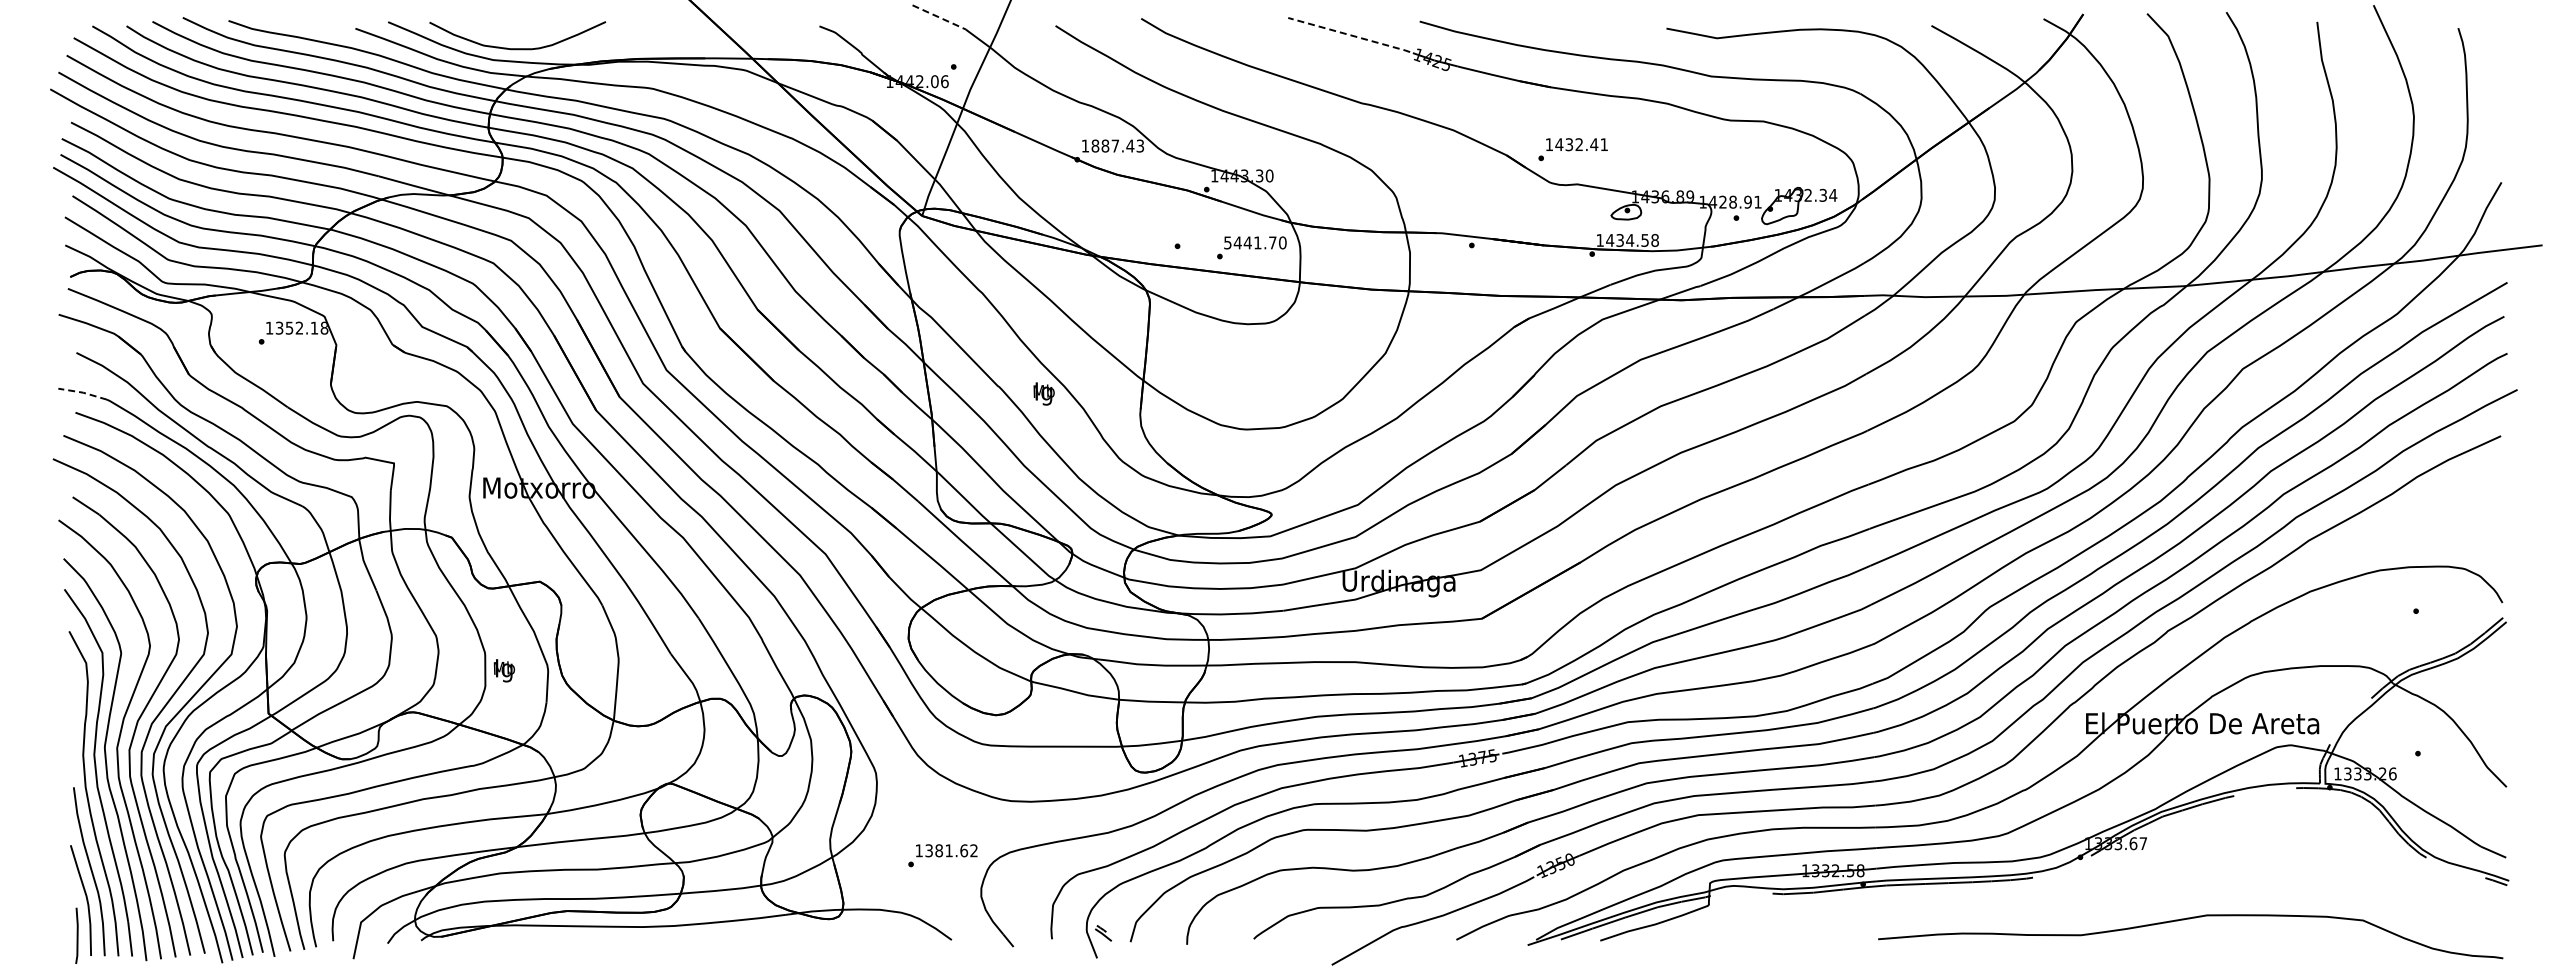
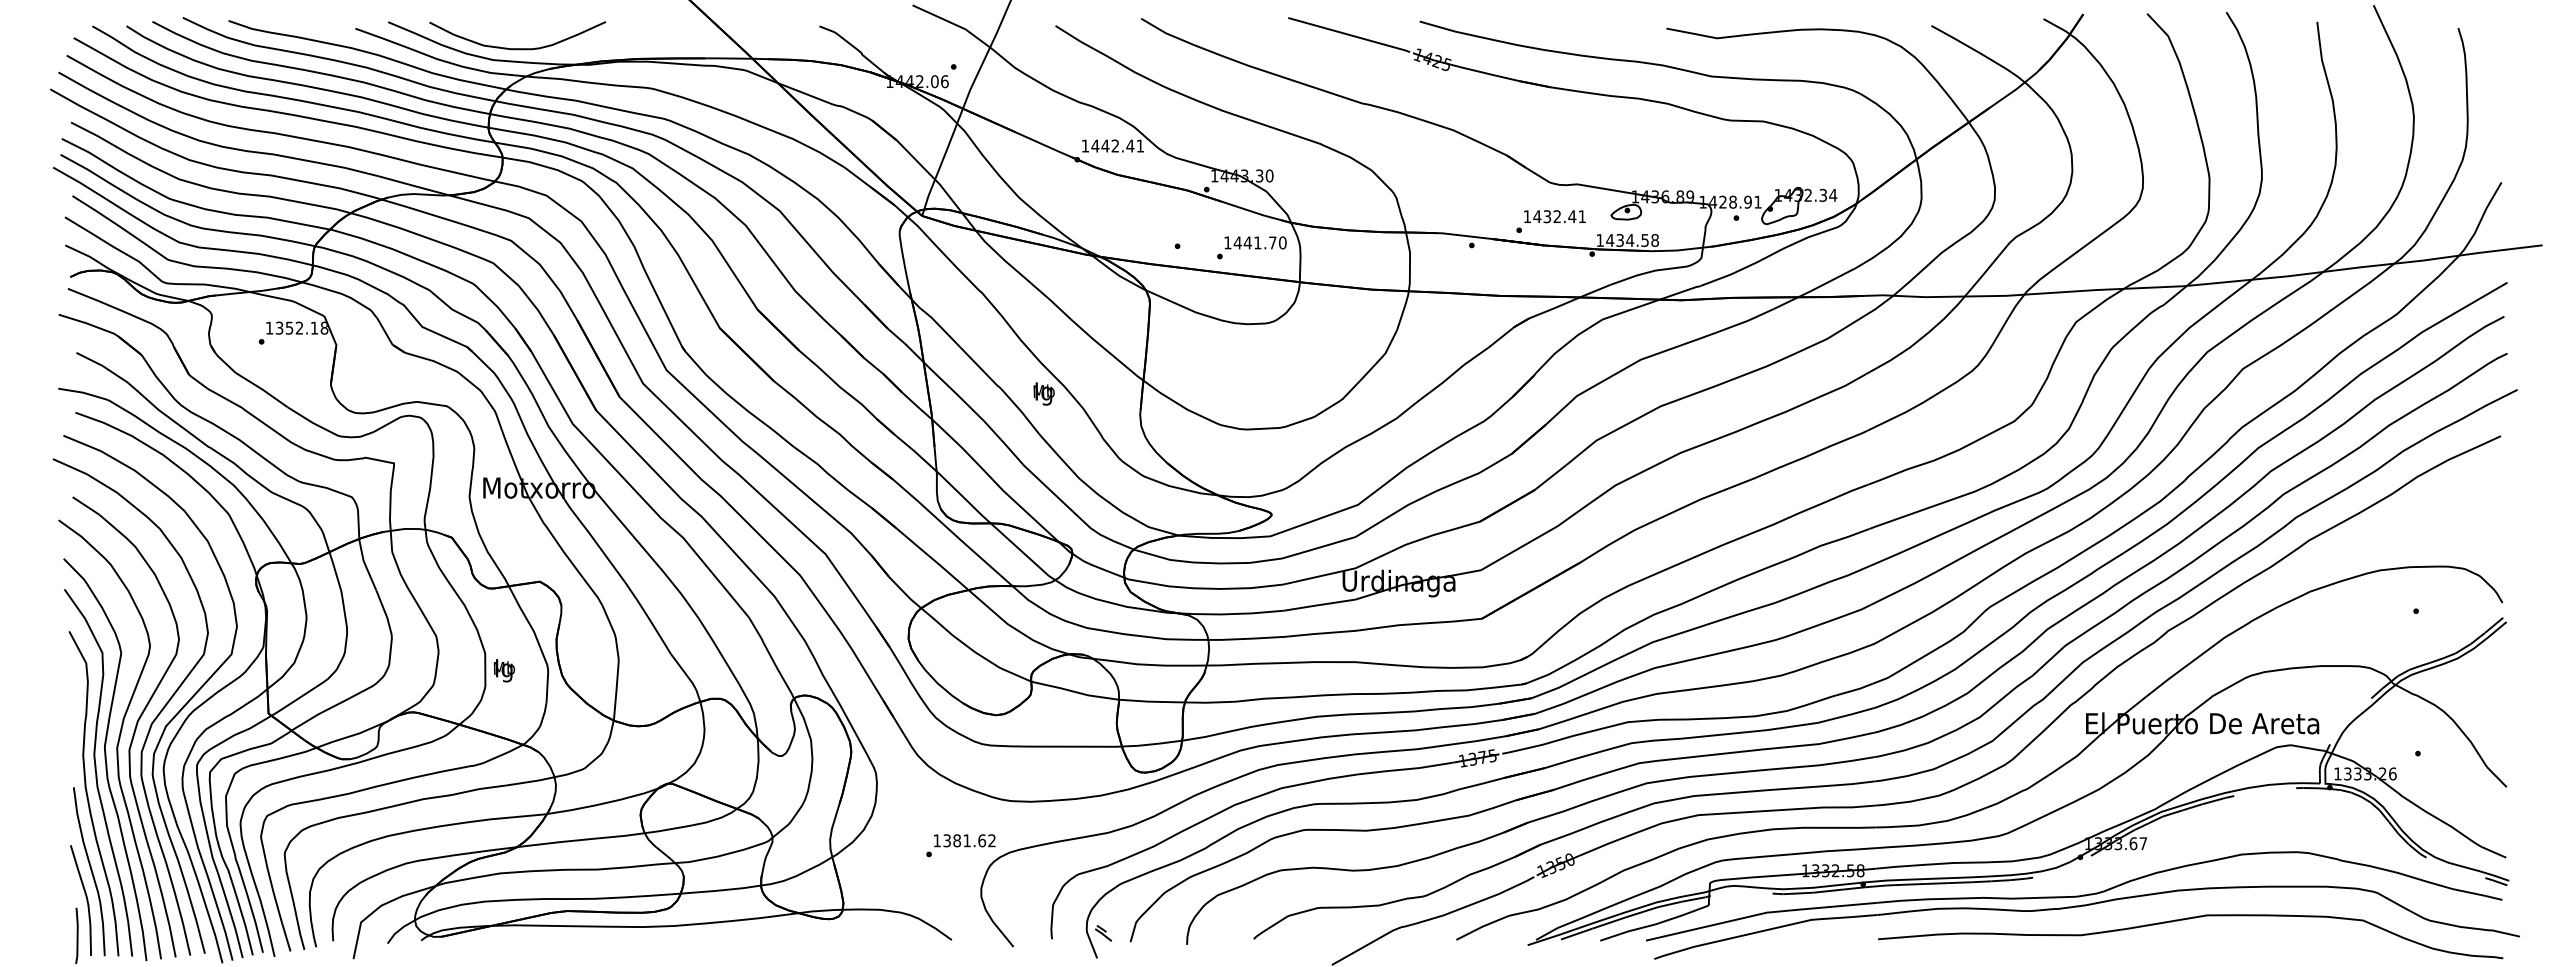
line at (939, 17): dashed -> solid
line at (1349, 34): dashed -> solid
text at (1117, 145): 1887.43 -> 1442.41
text at (1572, 149) position: (1572, 149) -> (1550, 221)
text at (1227, 242): 5441.70 -> 1441.70
line at (83, 392): dashed -> solid
text at (942, 855) position: (942, 855) -> (960, 845)
part at (2082, 905): none -> present
